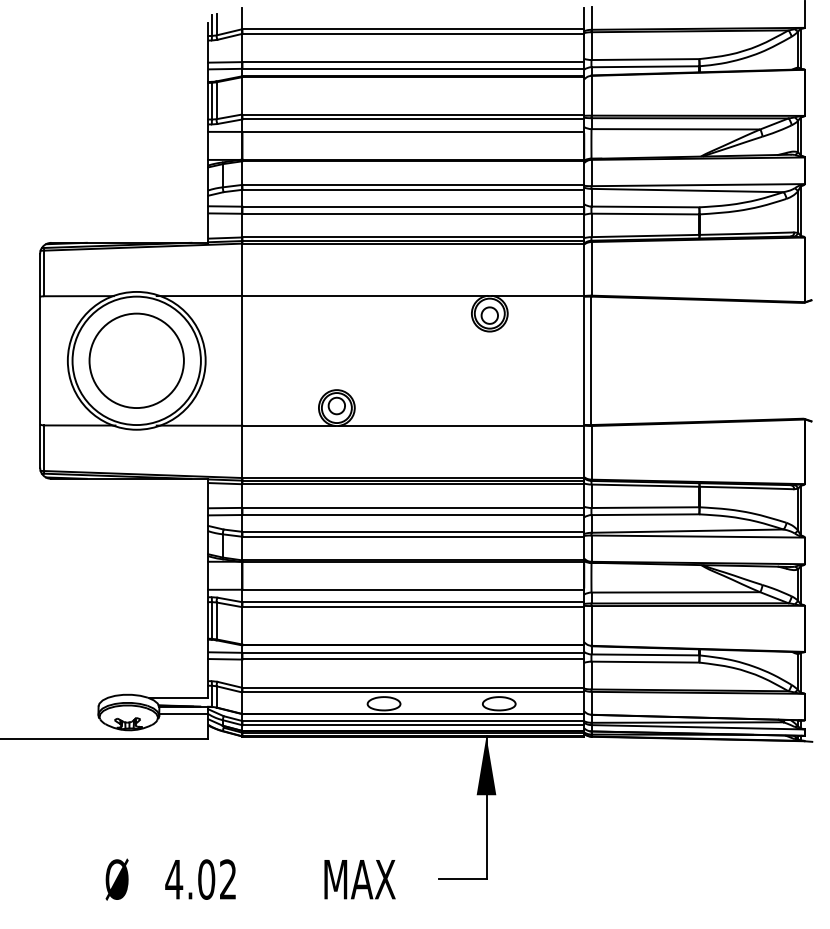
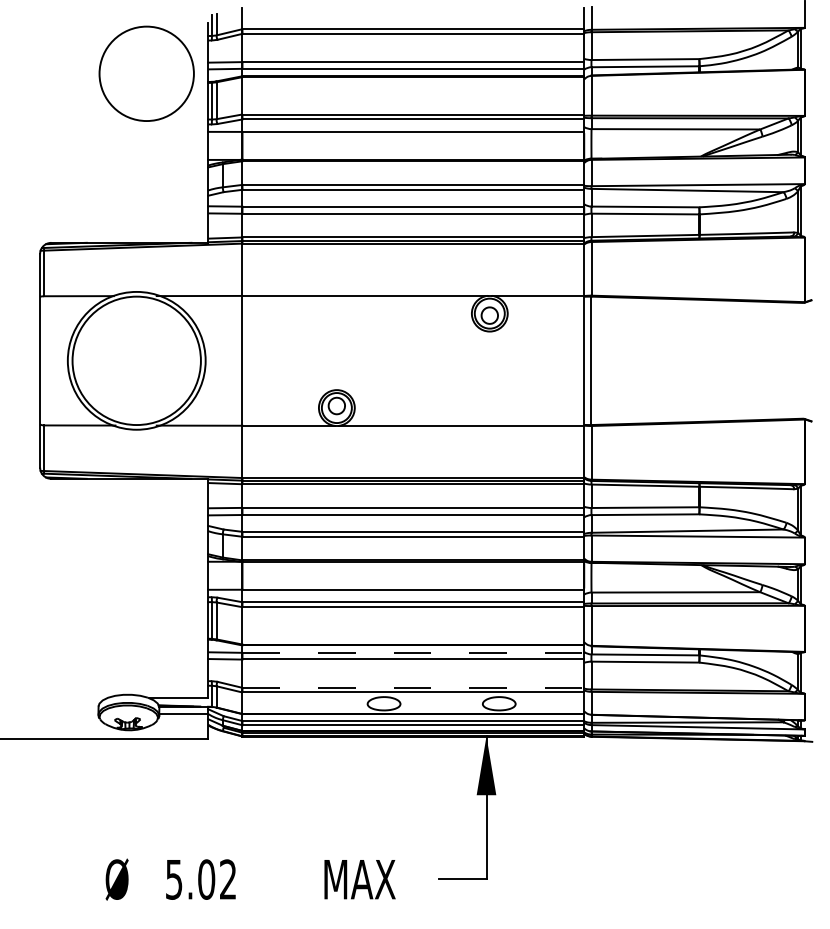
circle at (136, 360) position: (136, 360) -> (146, 73)
line at (413, 652): solid -> dashed
line at (413, 687): solid -> dashed
text at (174, 879): 4.02 -> 5.02
